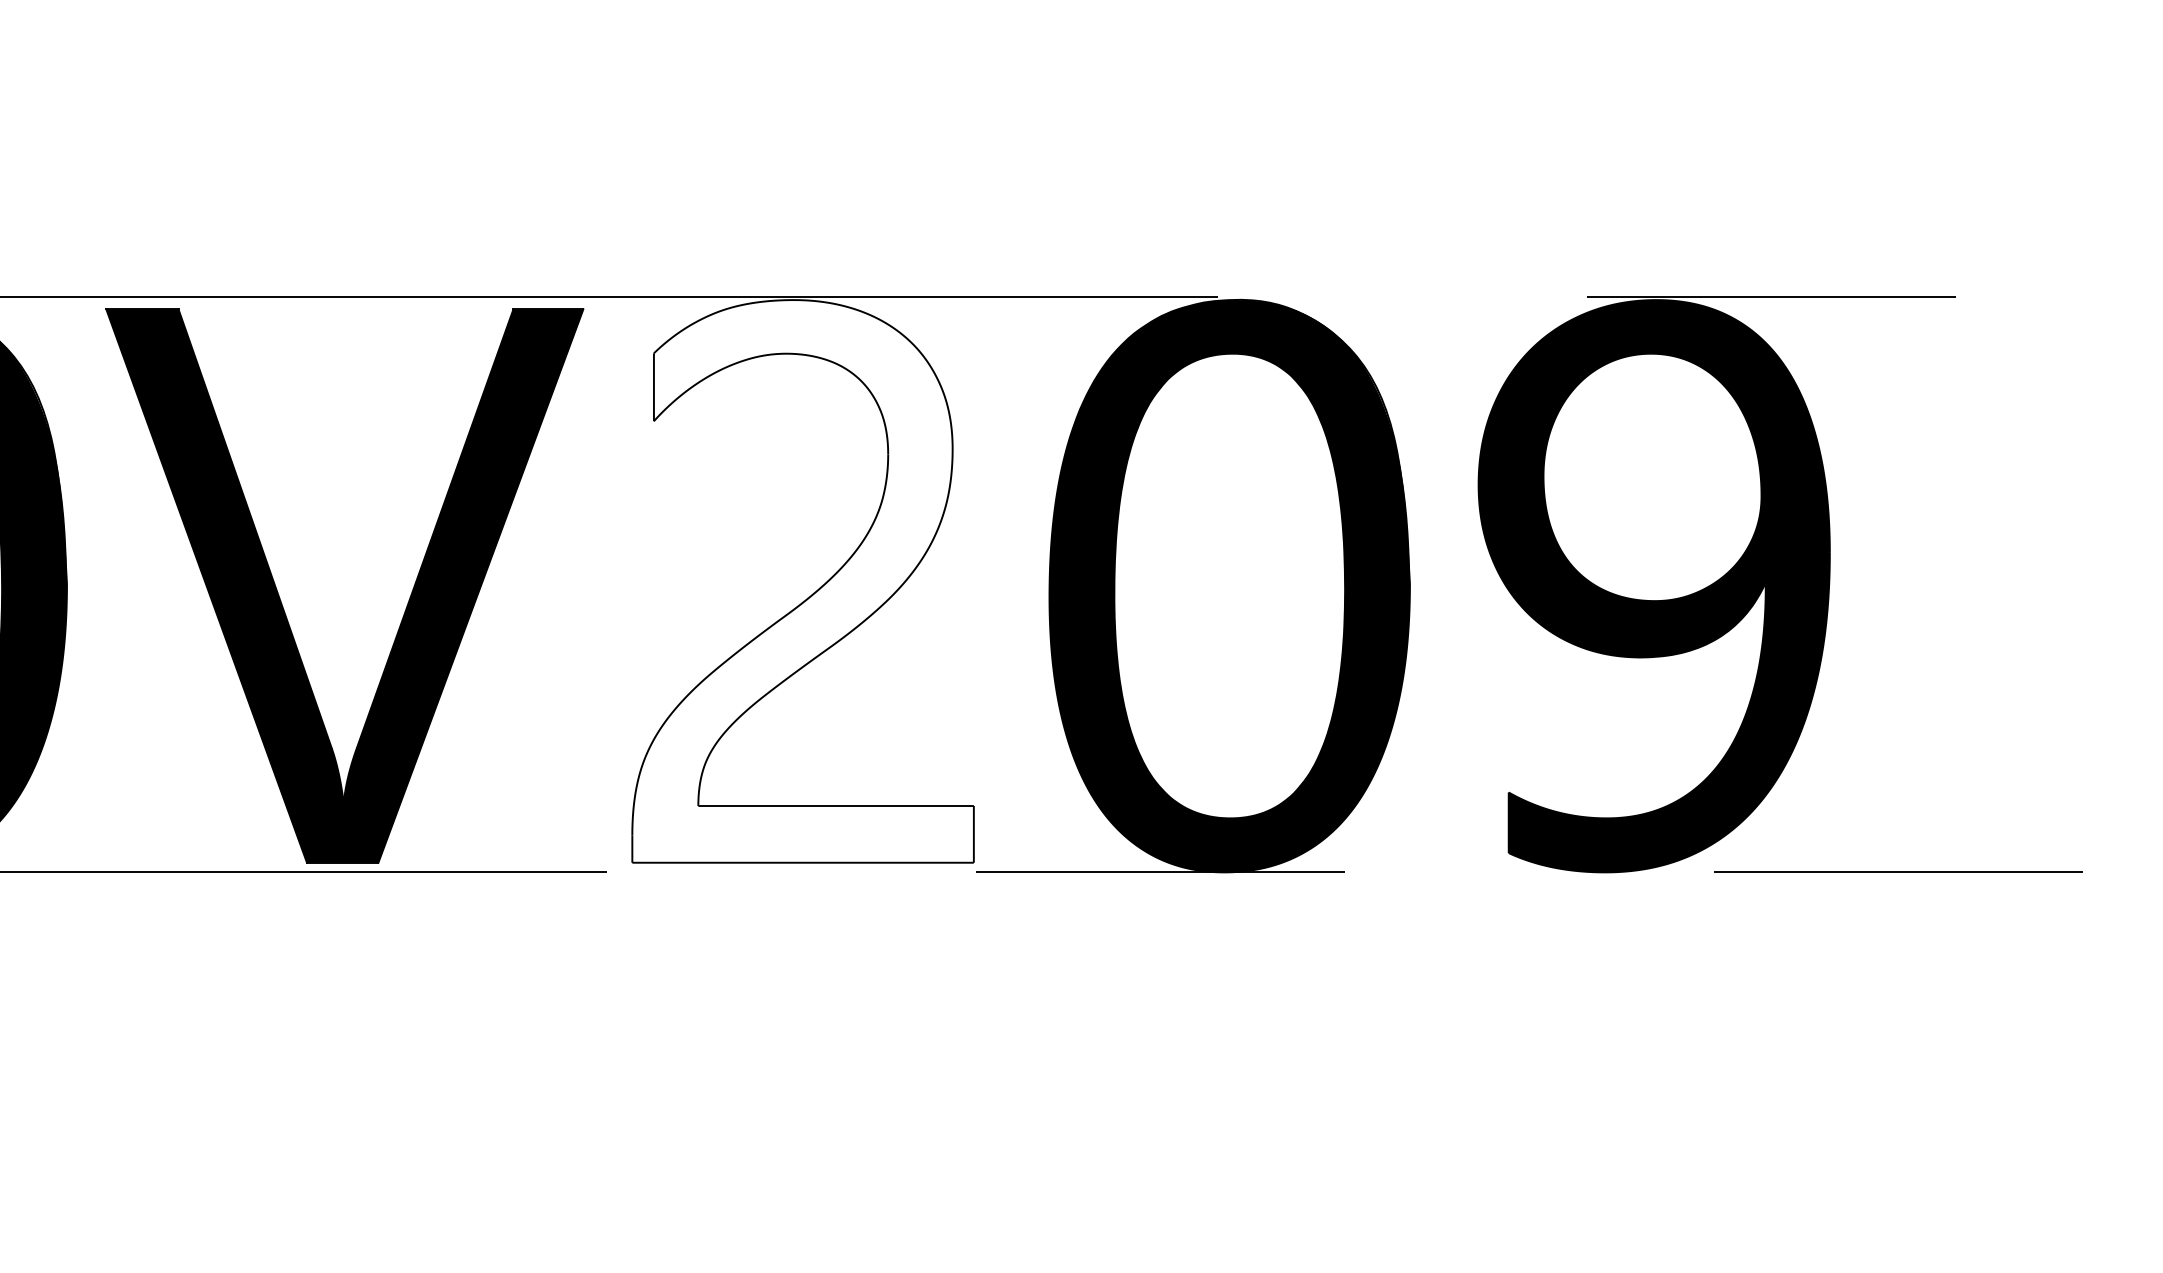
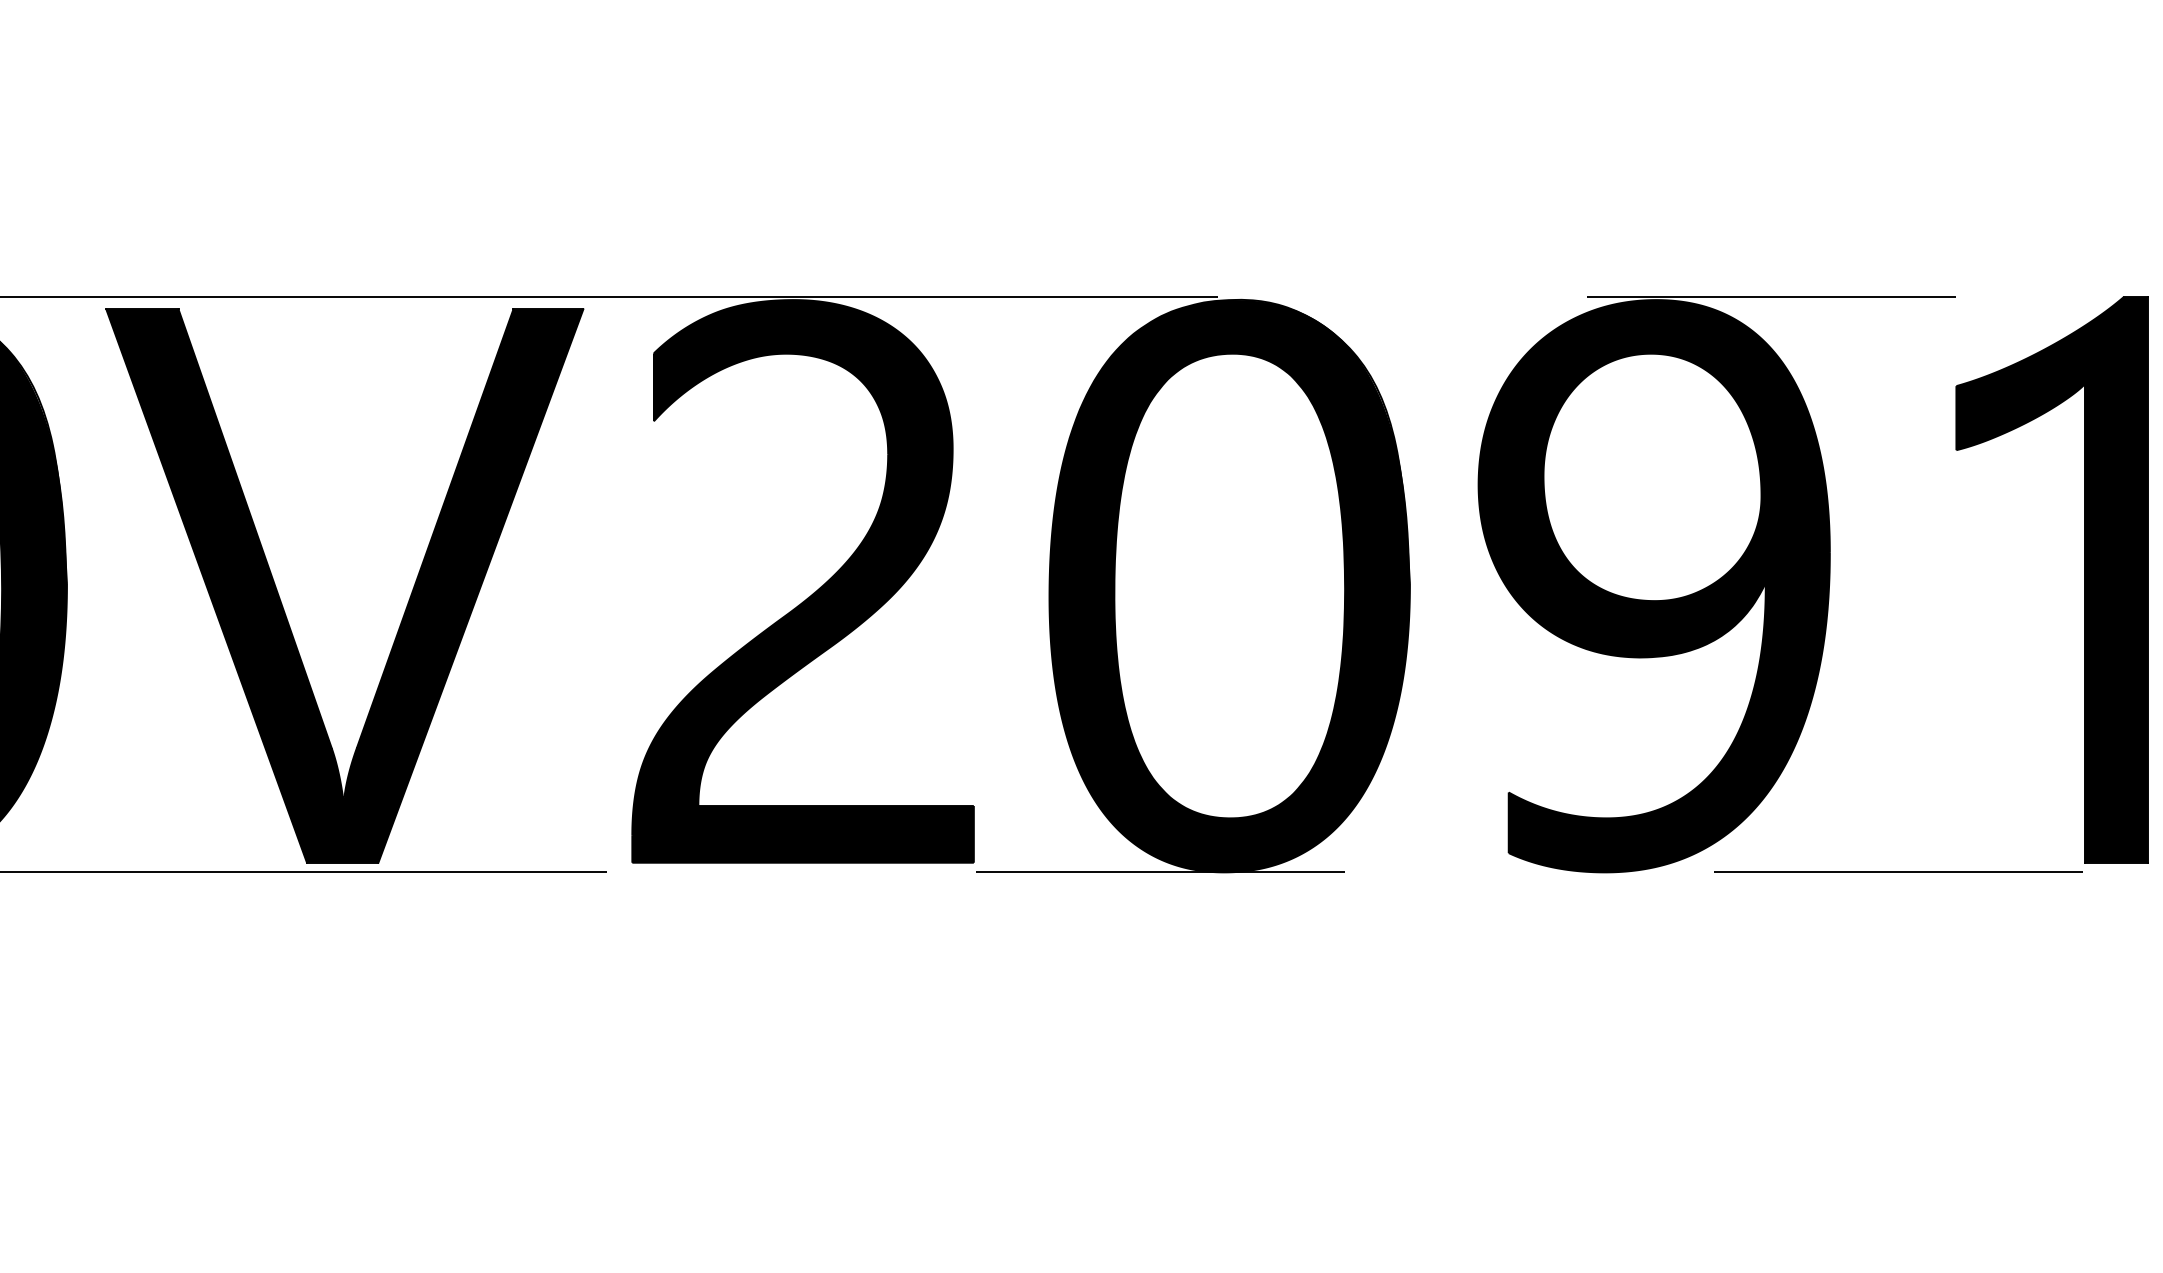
part at (2084, 579): none -> present
fill at (802, 581): none -> present
